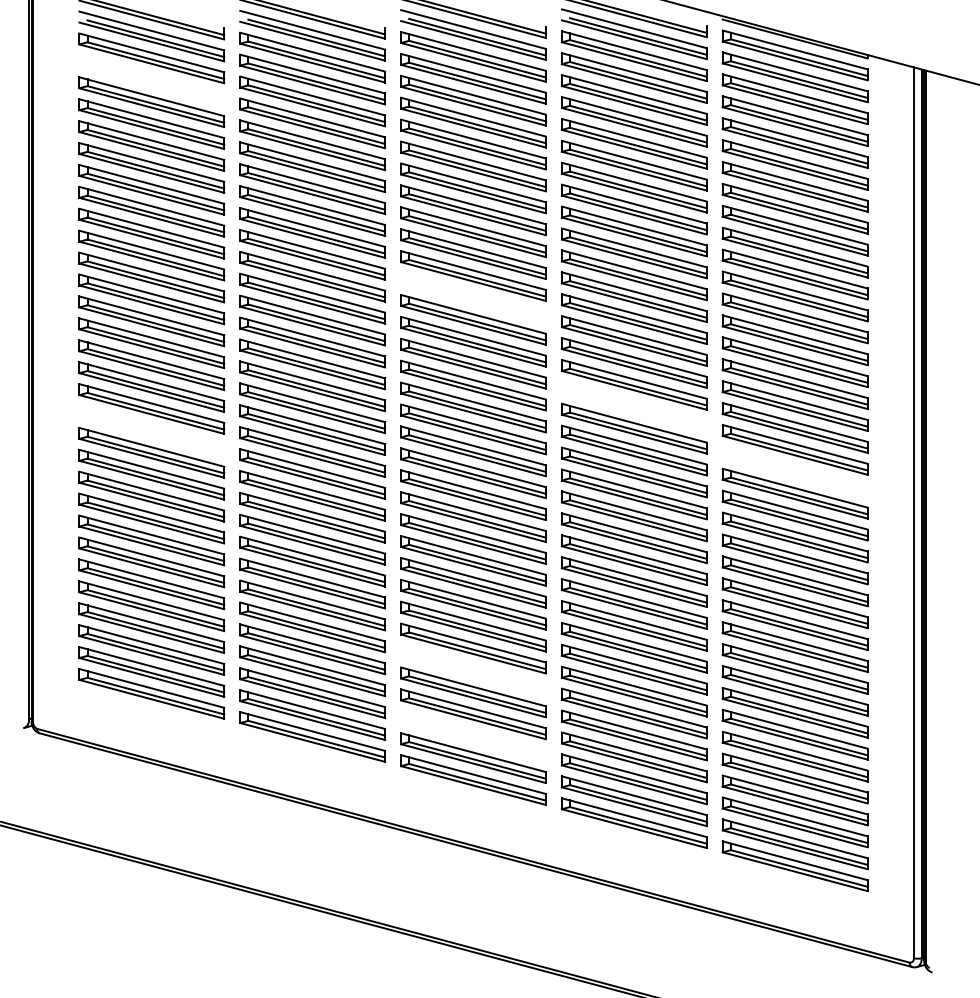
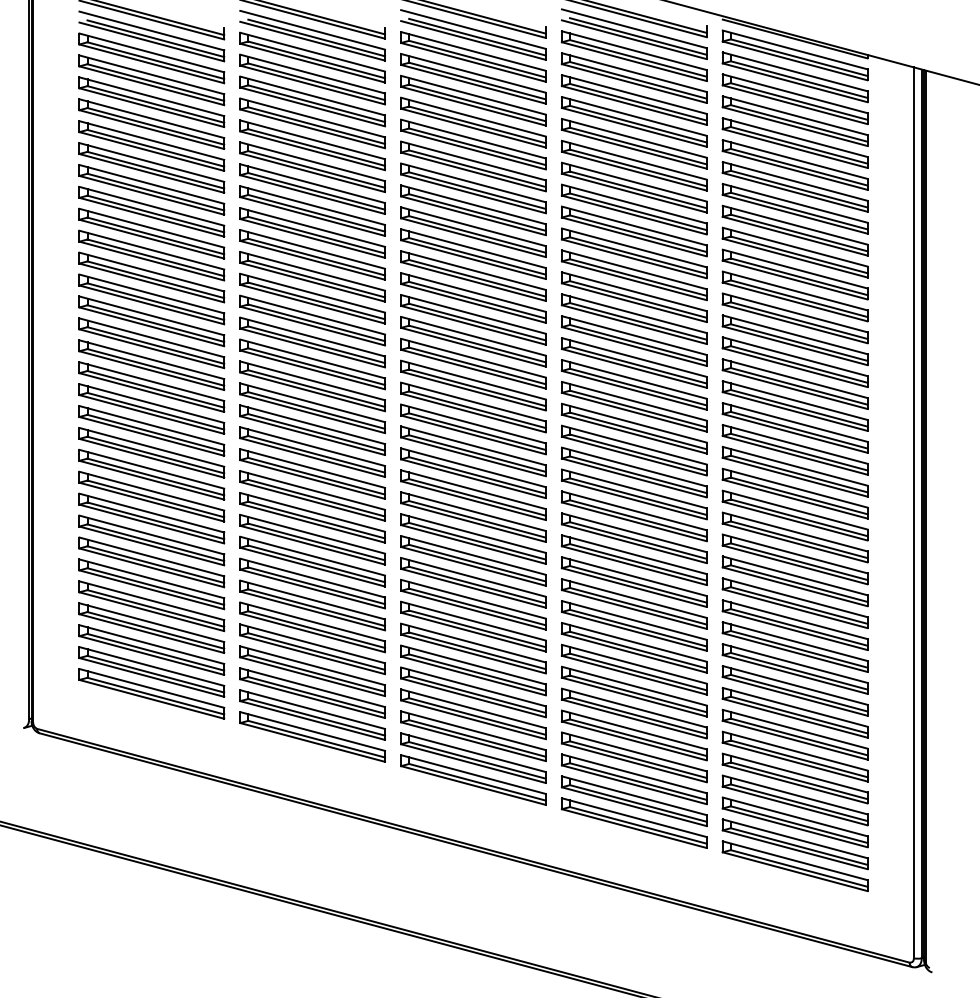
part at (151, 80): none -> present
part at (473, 297): none -> present
part at (634, 406): none -> present
part at (151, 430): none -> present
part at (794, 471): none -> present
part at (473, 670): none -> present
part at (473, 735): none -> present
